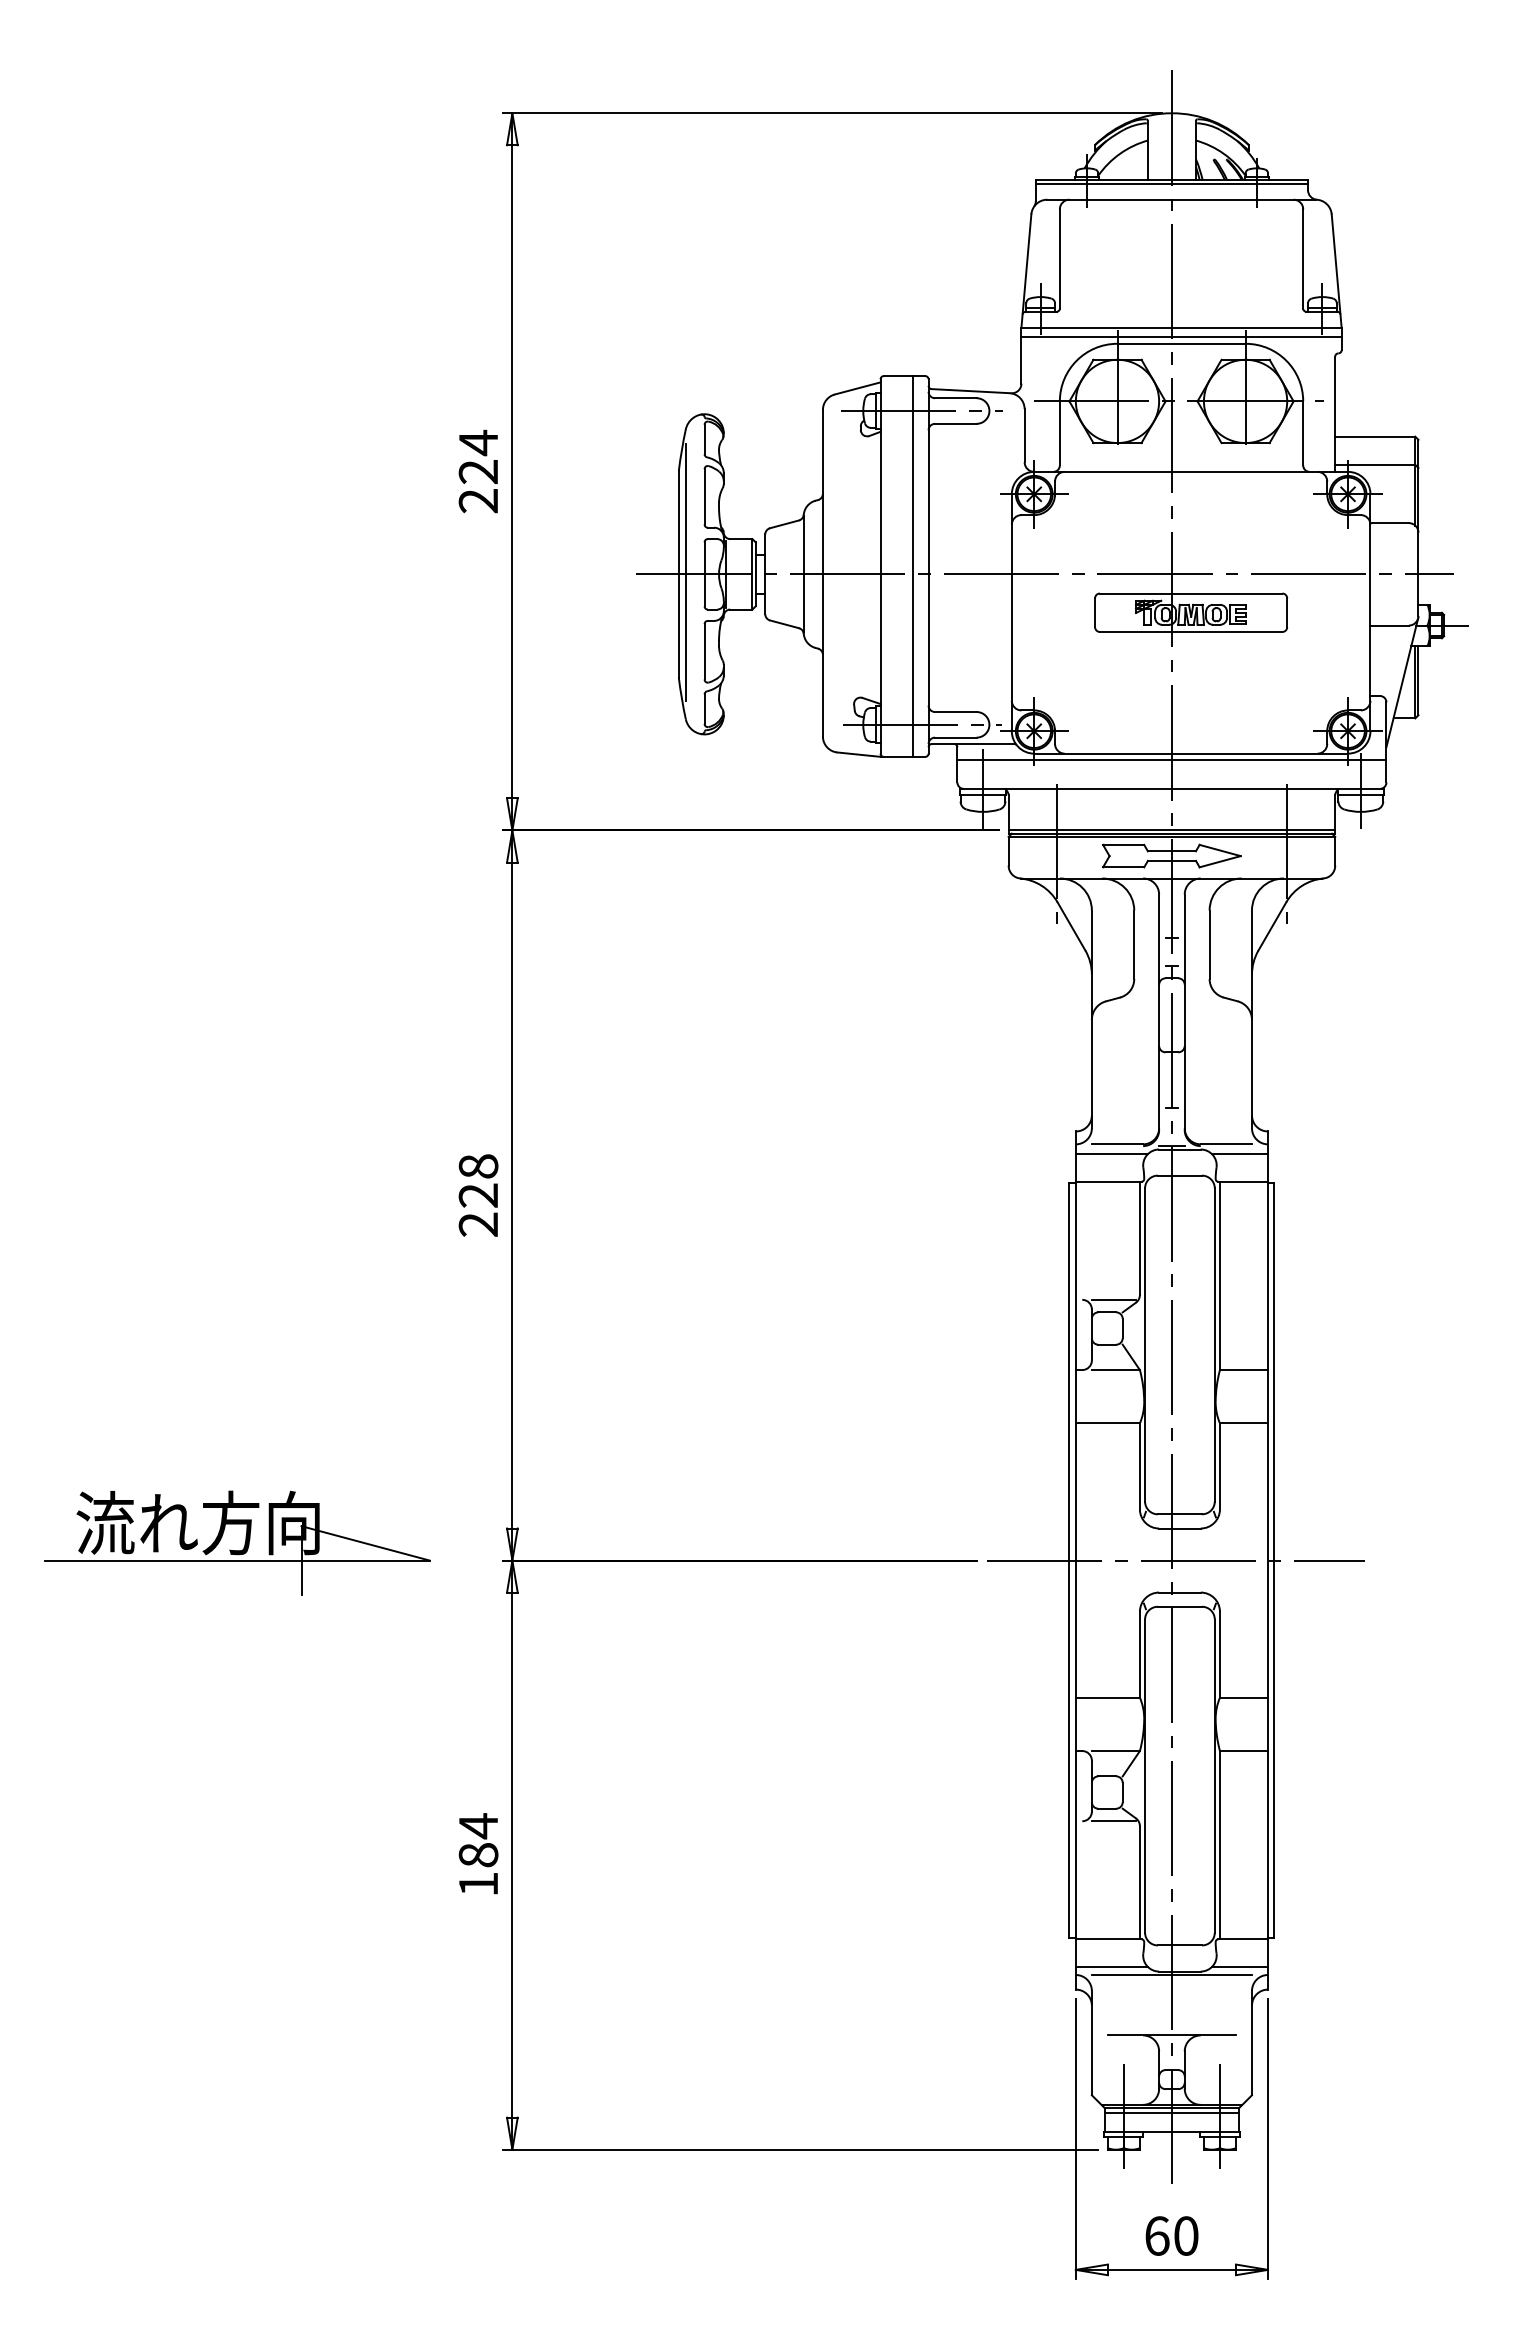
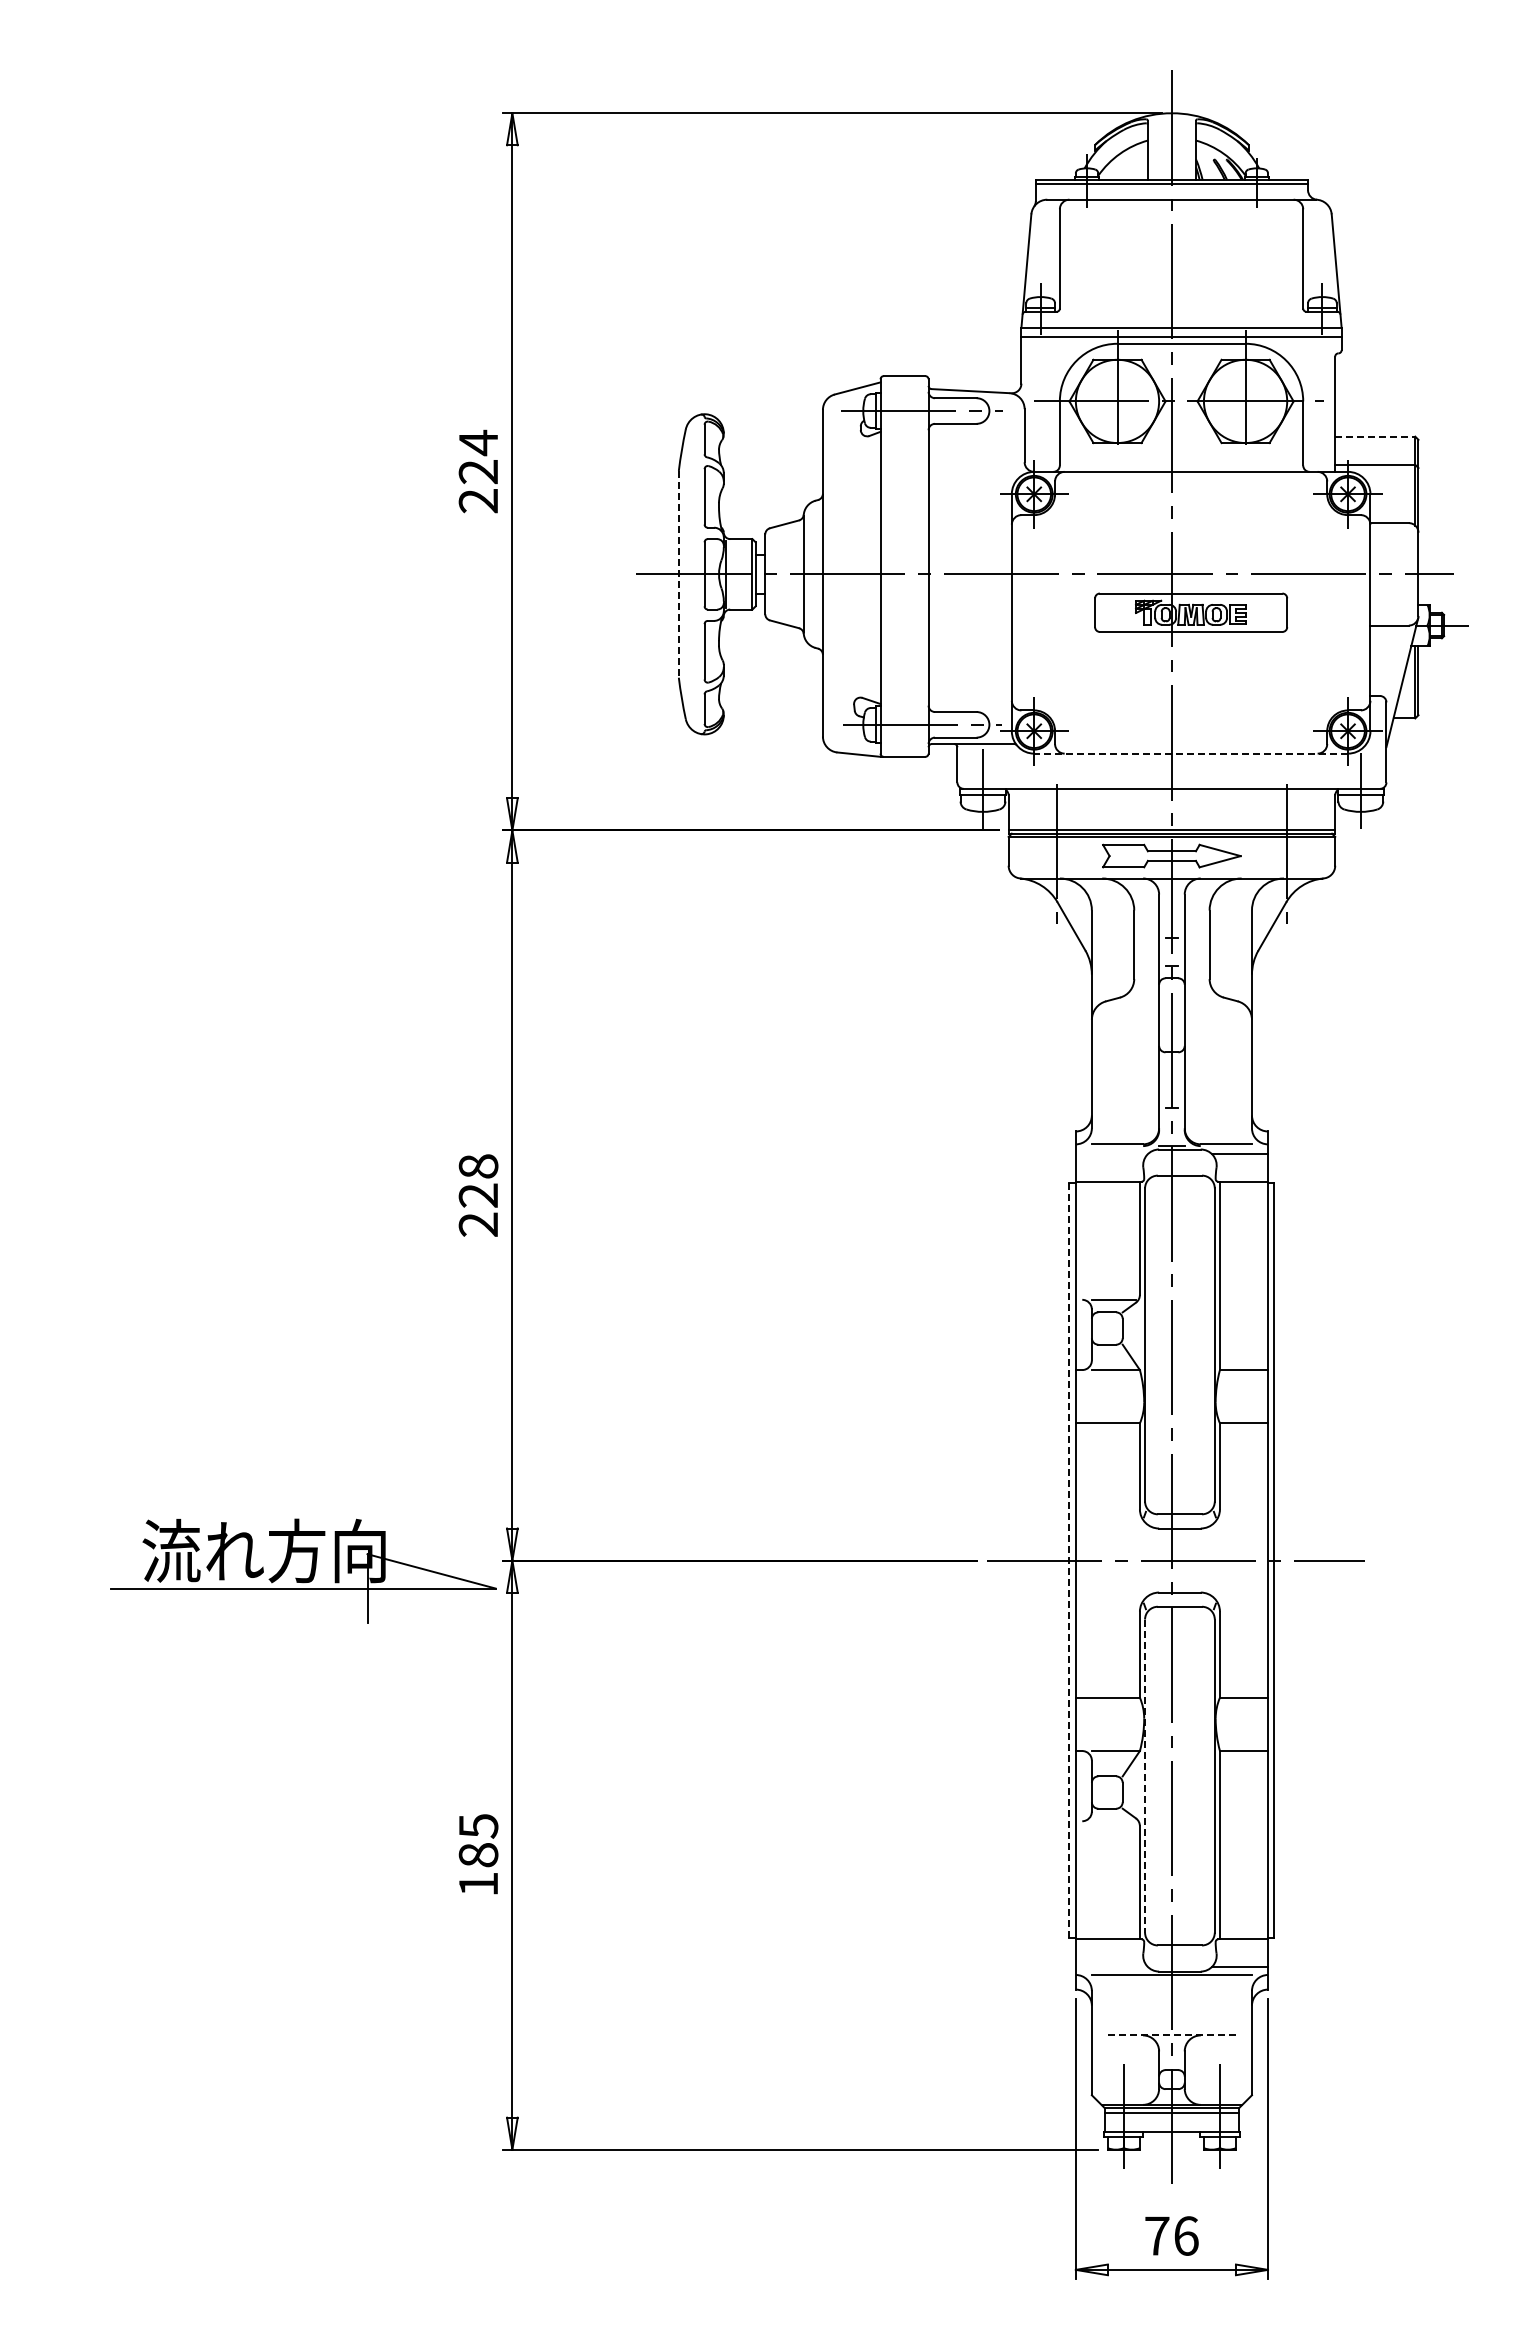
line at (1375, 436): solid -> dashed
line at (912, 566): present -> none
line at (685, 572): present -> none
line at (678, 574): solid -> dashed
line at (1191, 753): solid -> dashed
line at (1171, 760): present -> none
line at (1111, 1154): present -> none
part at (244, 1543) position: (244, 1543) -> (310, 1571)
line at (1069, 1560): solid -> dashed
line at (1145, 1776): solid -> dashed
line at (1113, 1821): present -> none
text at (478, 1826): 184 -> 185
line at (1111, 1966): present -> none
line at (1172, 2035): solid -> dashed
text at (1171, 2235): 60 -> 76
